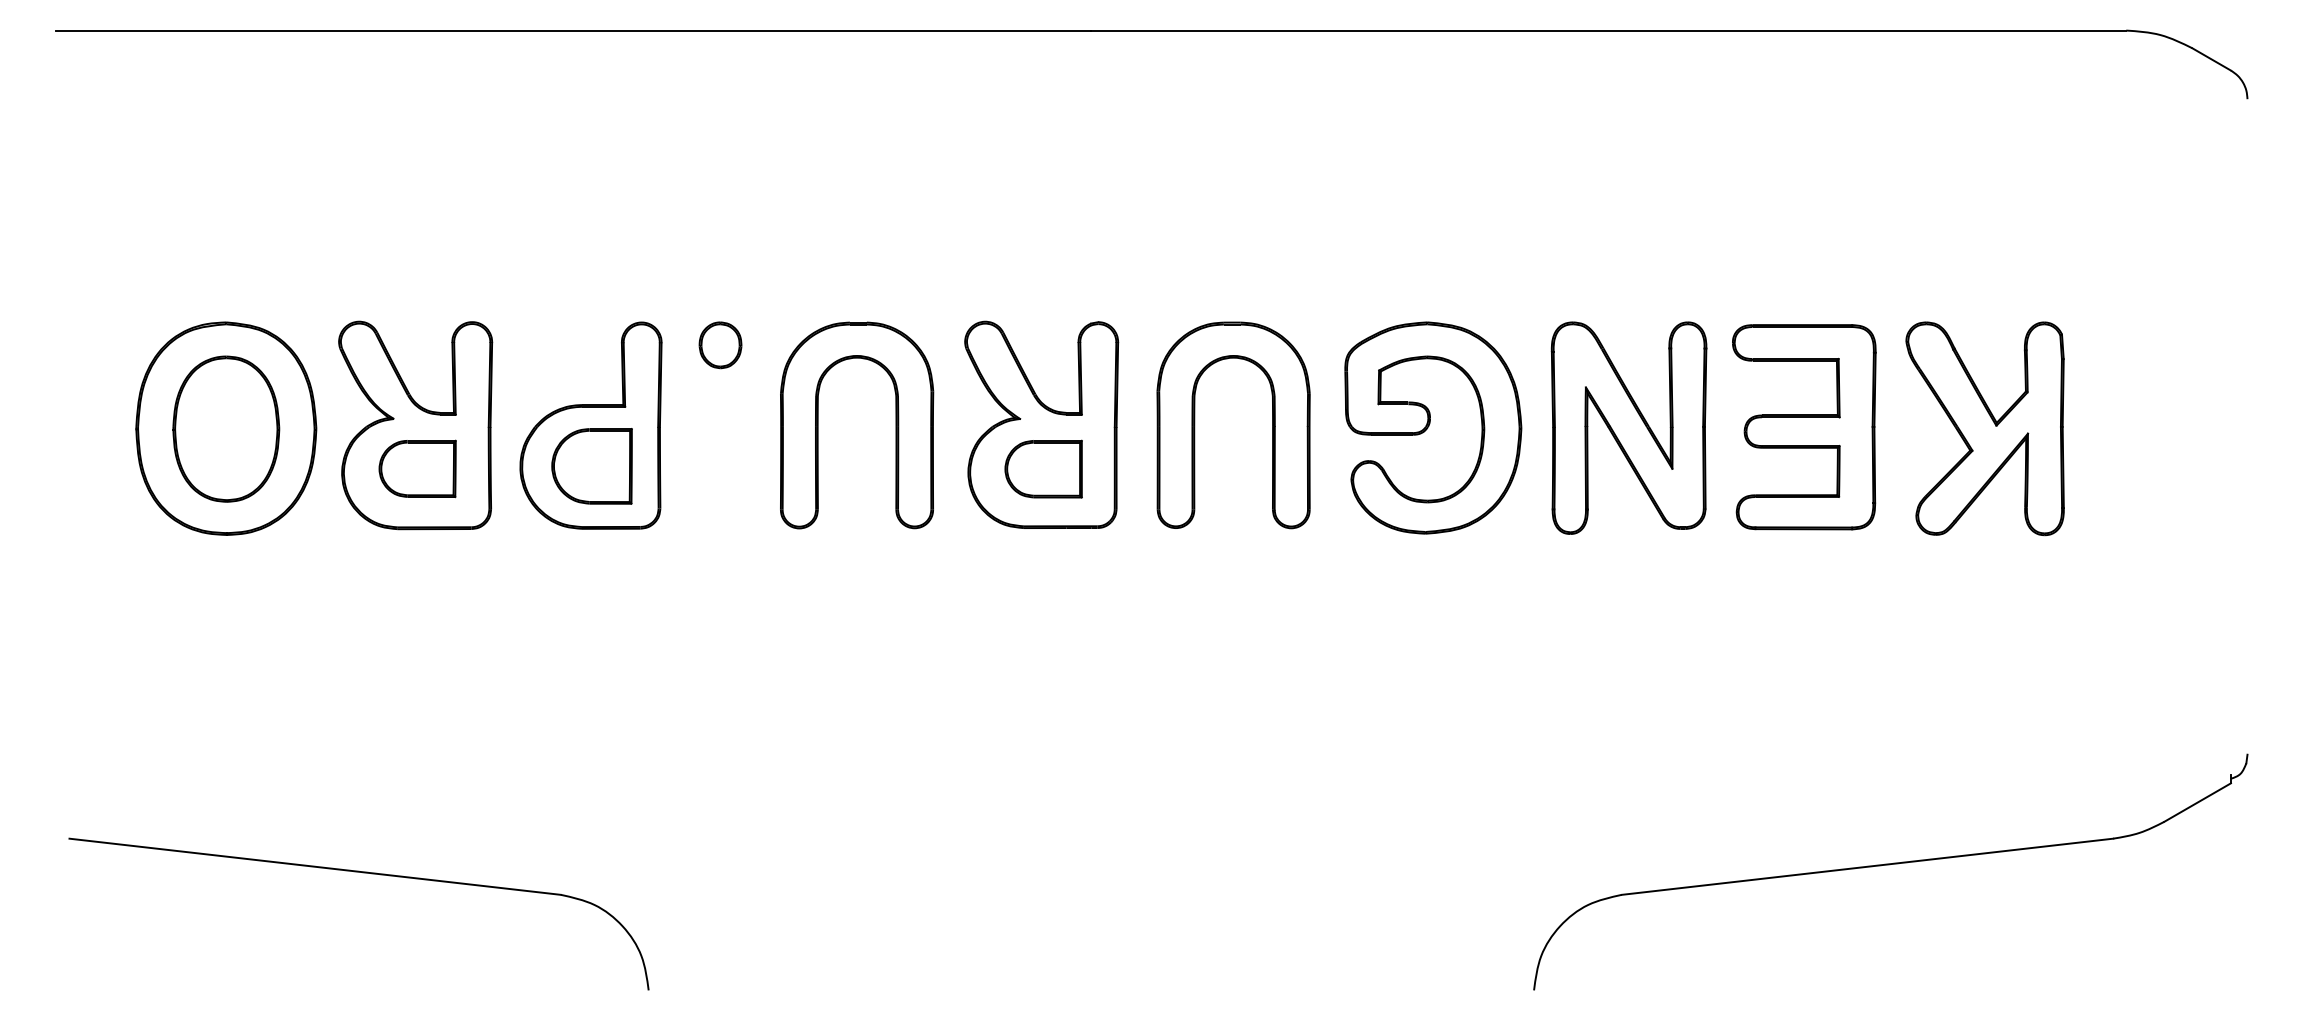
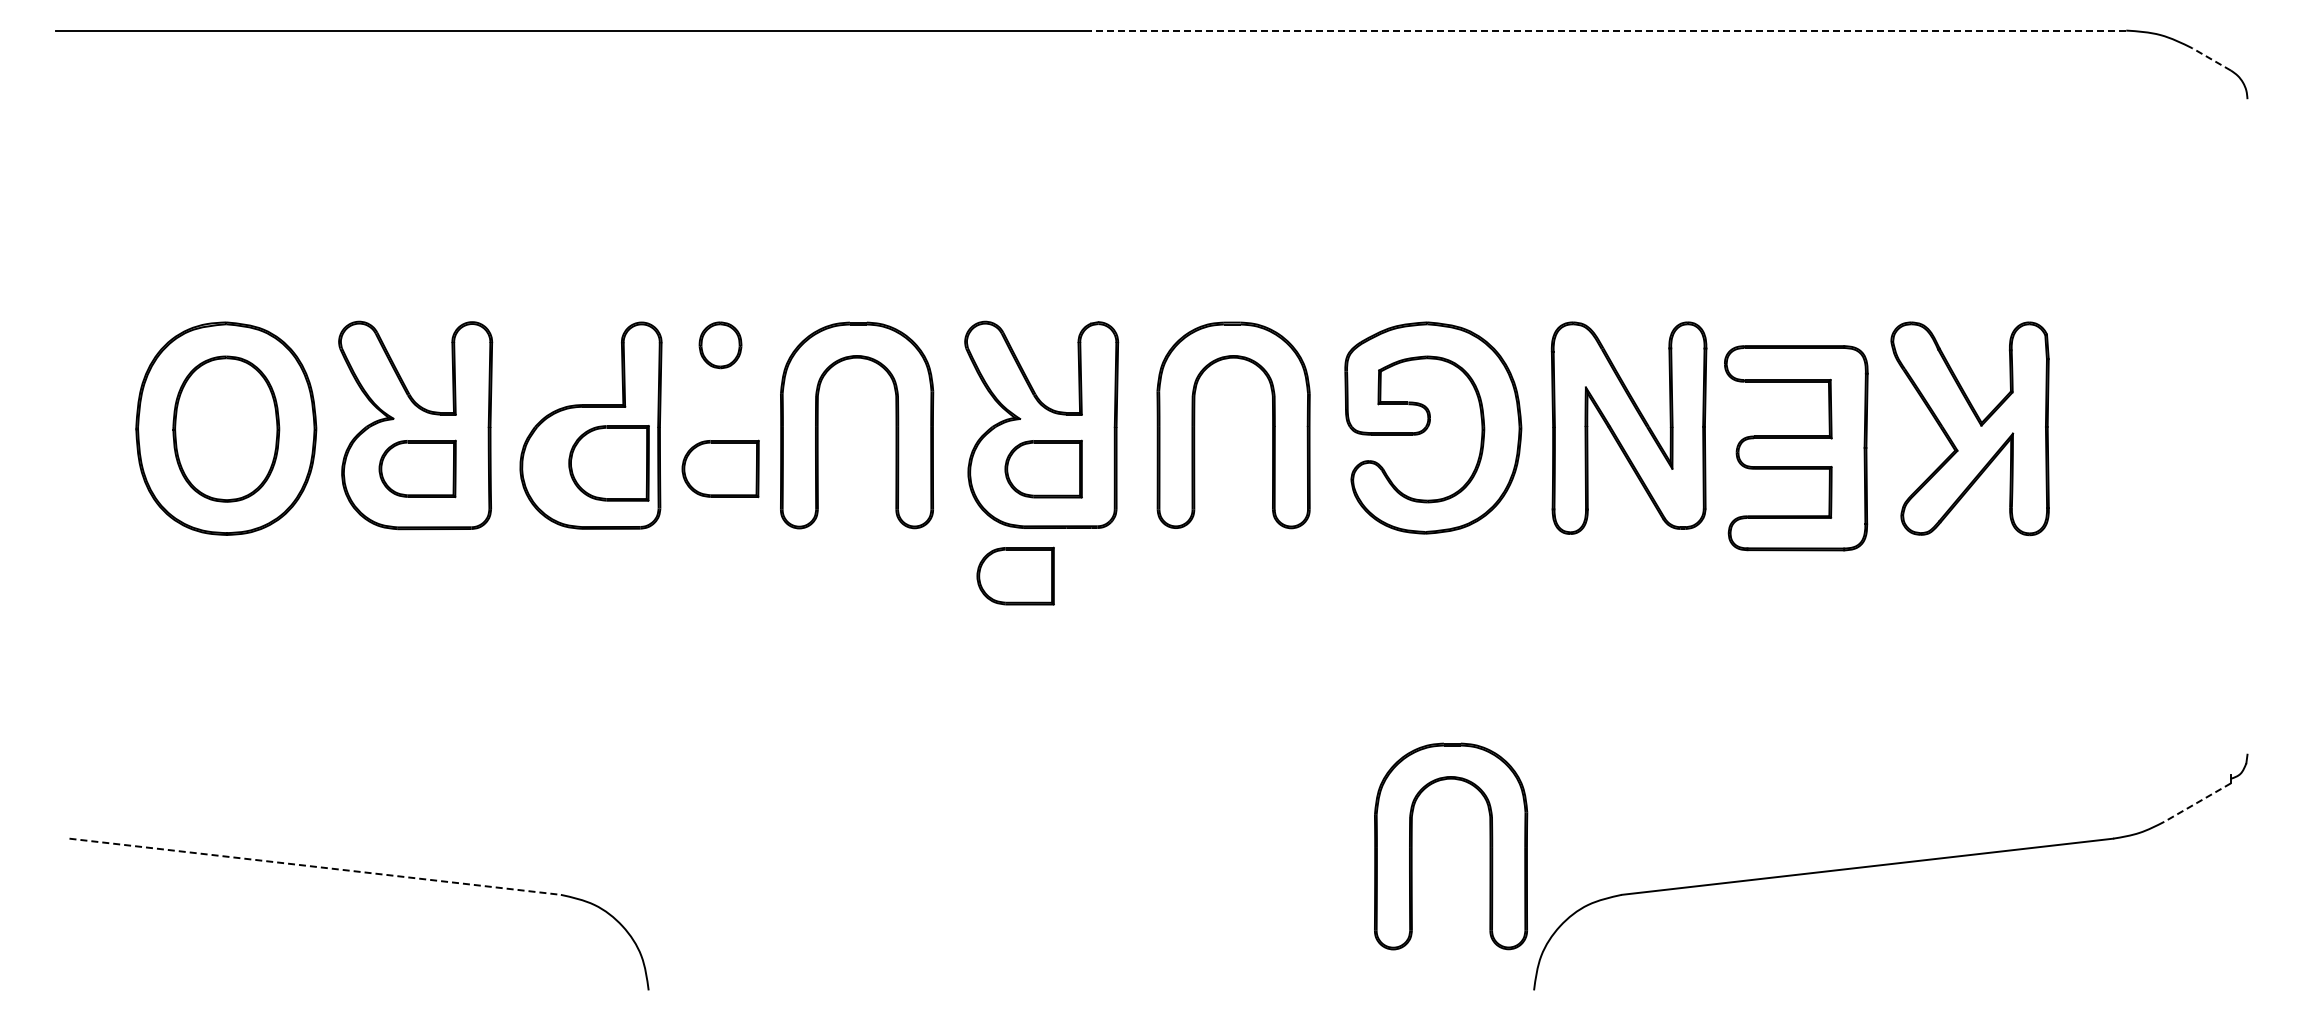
line at (1608, 30): solid -> dashed
line at (2211, 59): solid -> dashed
part at (1804, 427) position: (1804, 427) -> (1796, 448)
part at (1984, 428) position: (1984, 428) -> (1969, 428)
part at (591, 466) position: (591, 466) -> (608, 463)
part at (720, 468): none -> present
part at (1015, 575): none -> present
line at (2197, 802): solid -> dashed
part at (1489, 846): none -> present
line at (315, 866): solid -> dashed
